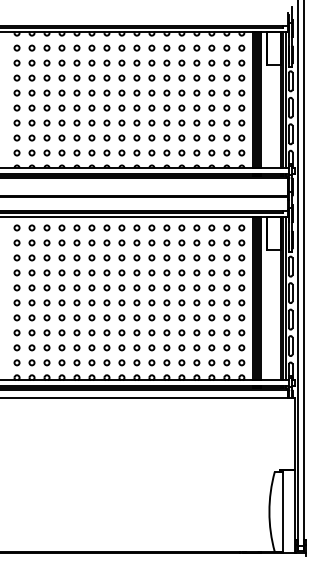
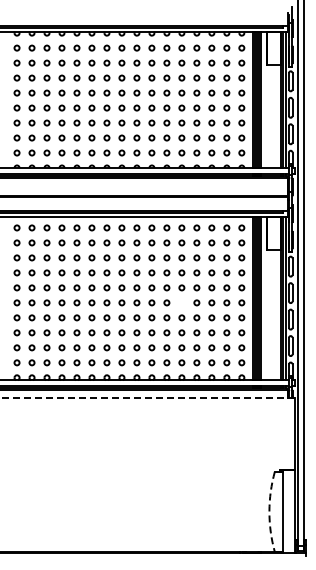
circle at (181, 302): present -> none
line at (146, 397): solid -> dashed
arc at (269, 511): solid -> dashed
